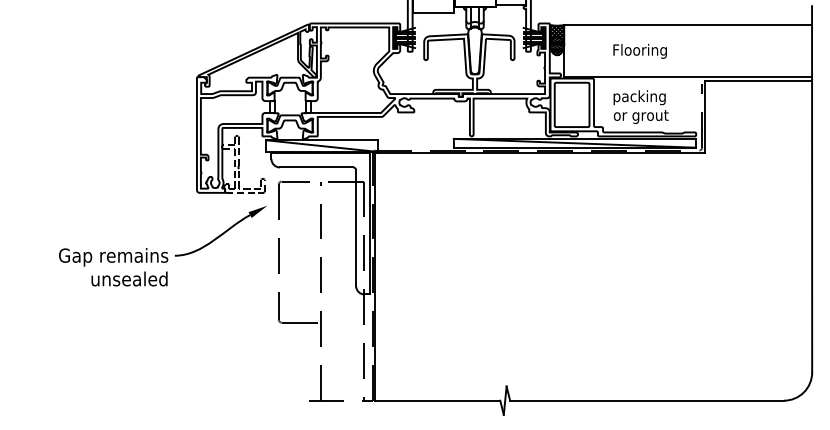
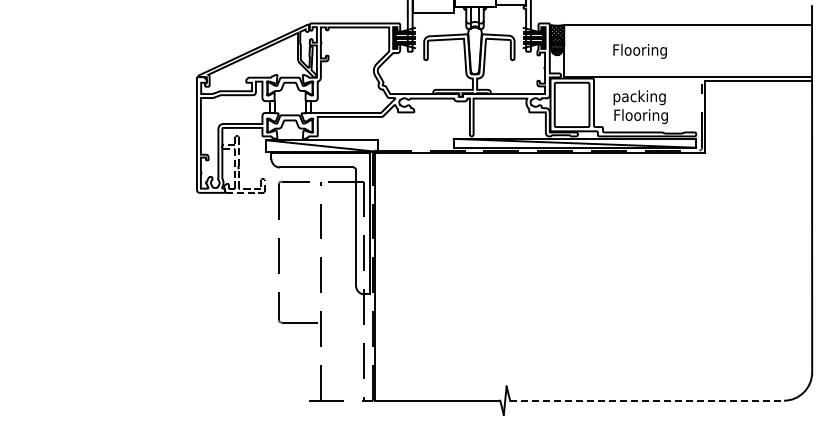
text at (640, 116): or grout -> Flooring
part at (162, 246): present -> none
line at (647, 400): solid -> dashed
